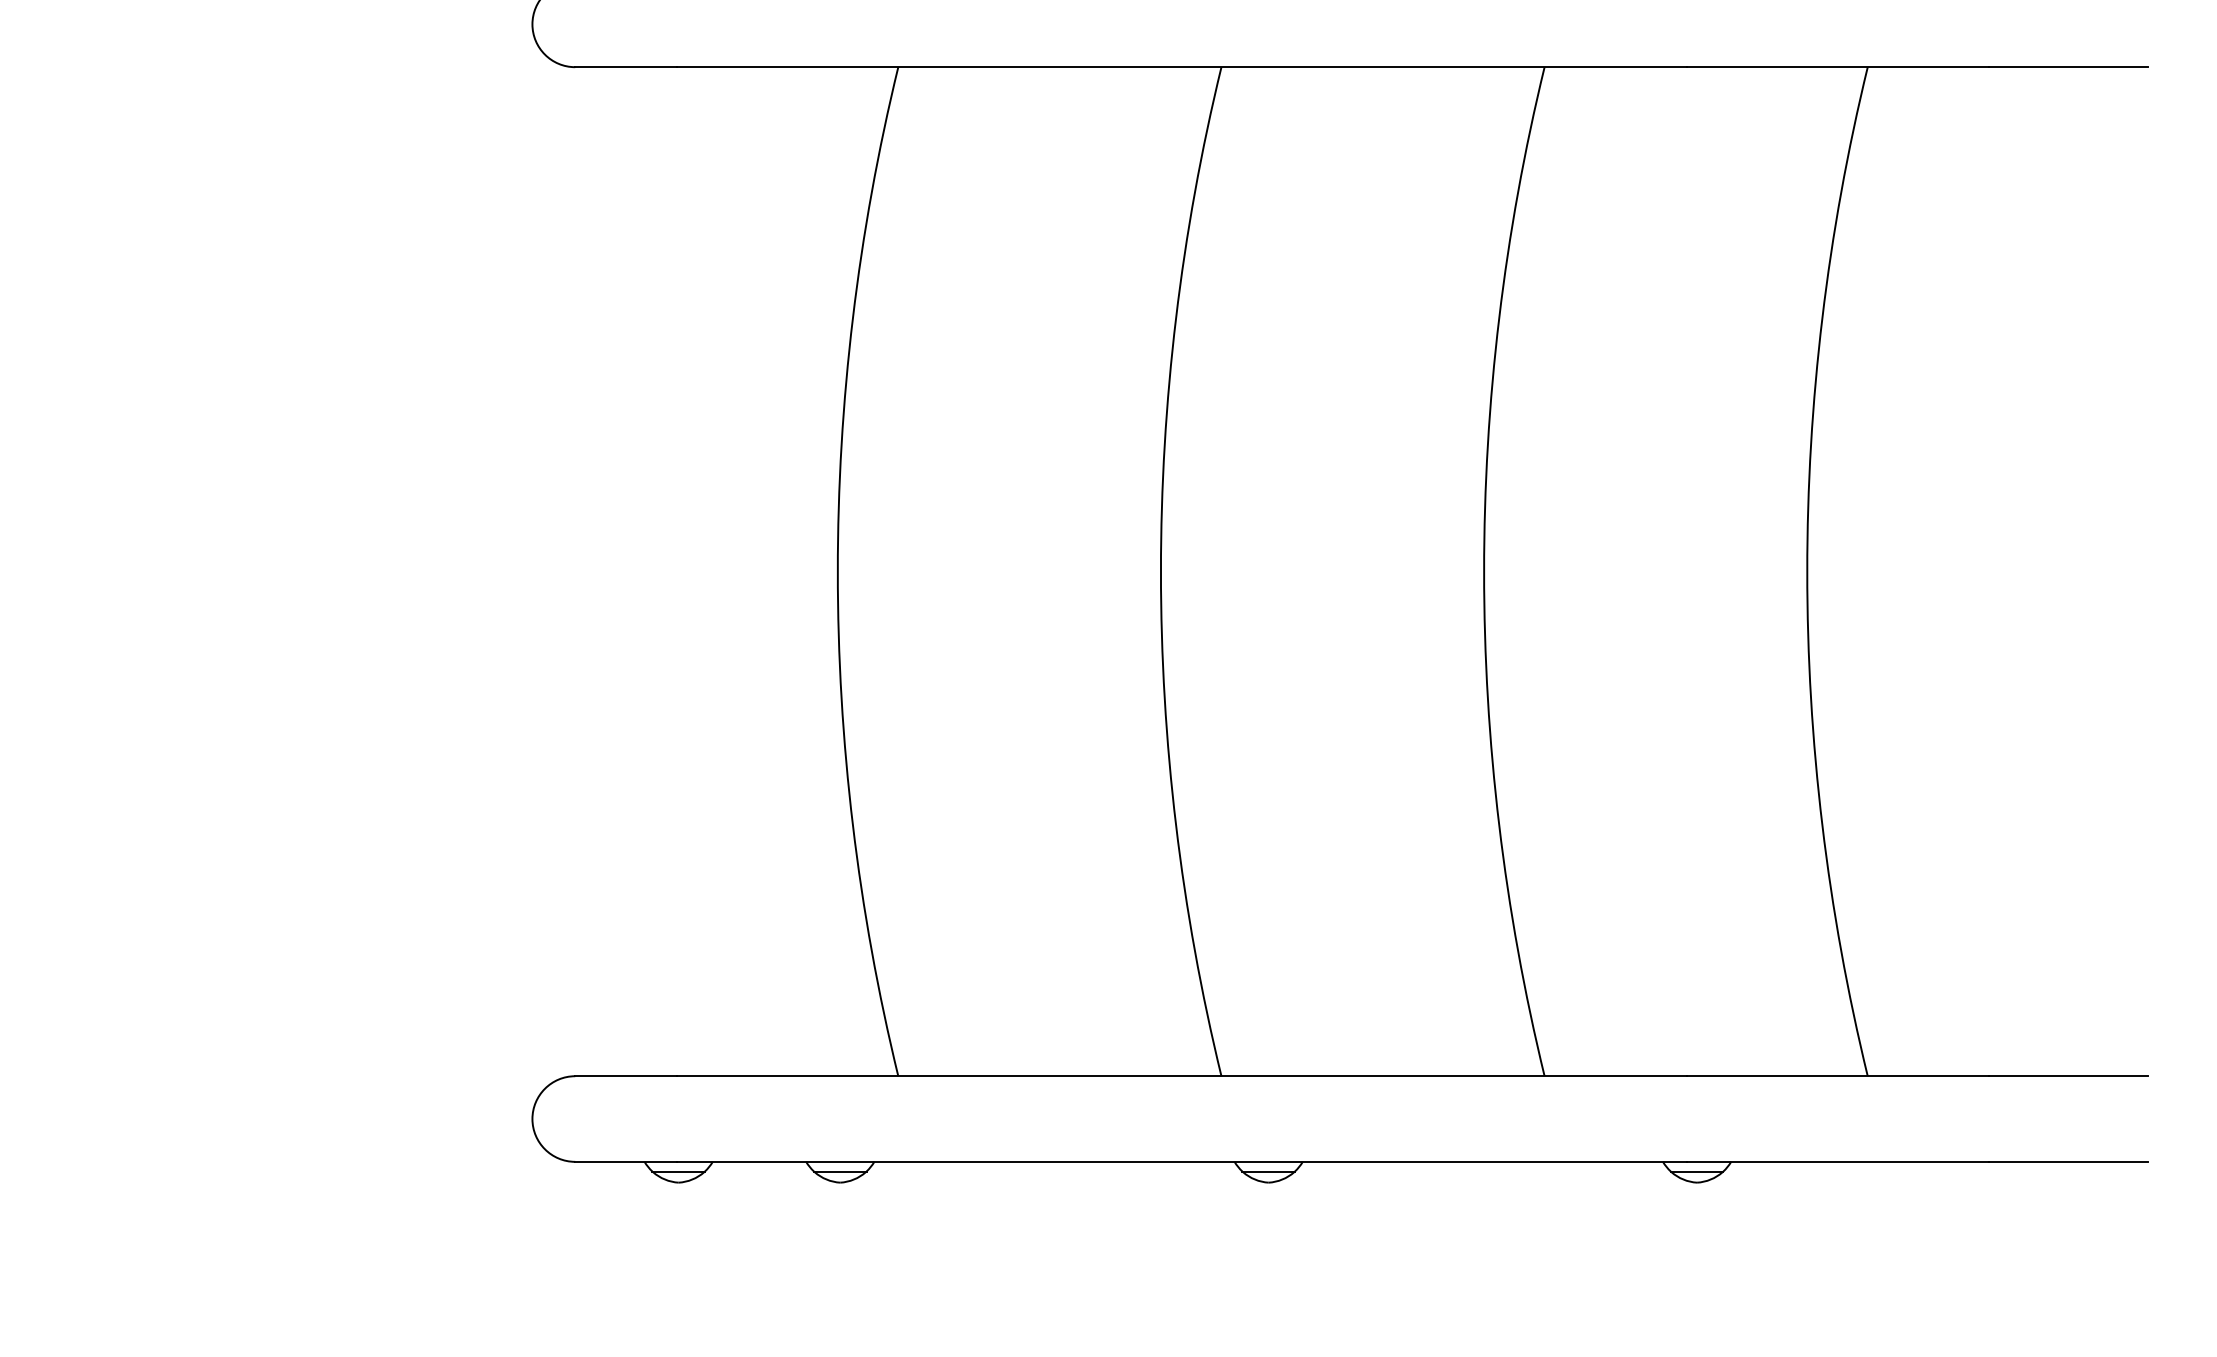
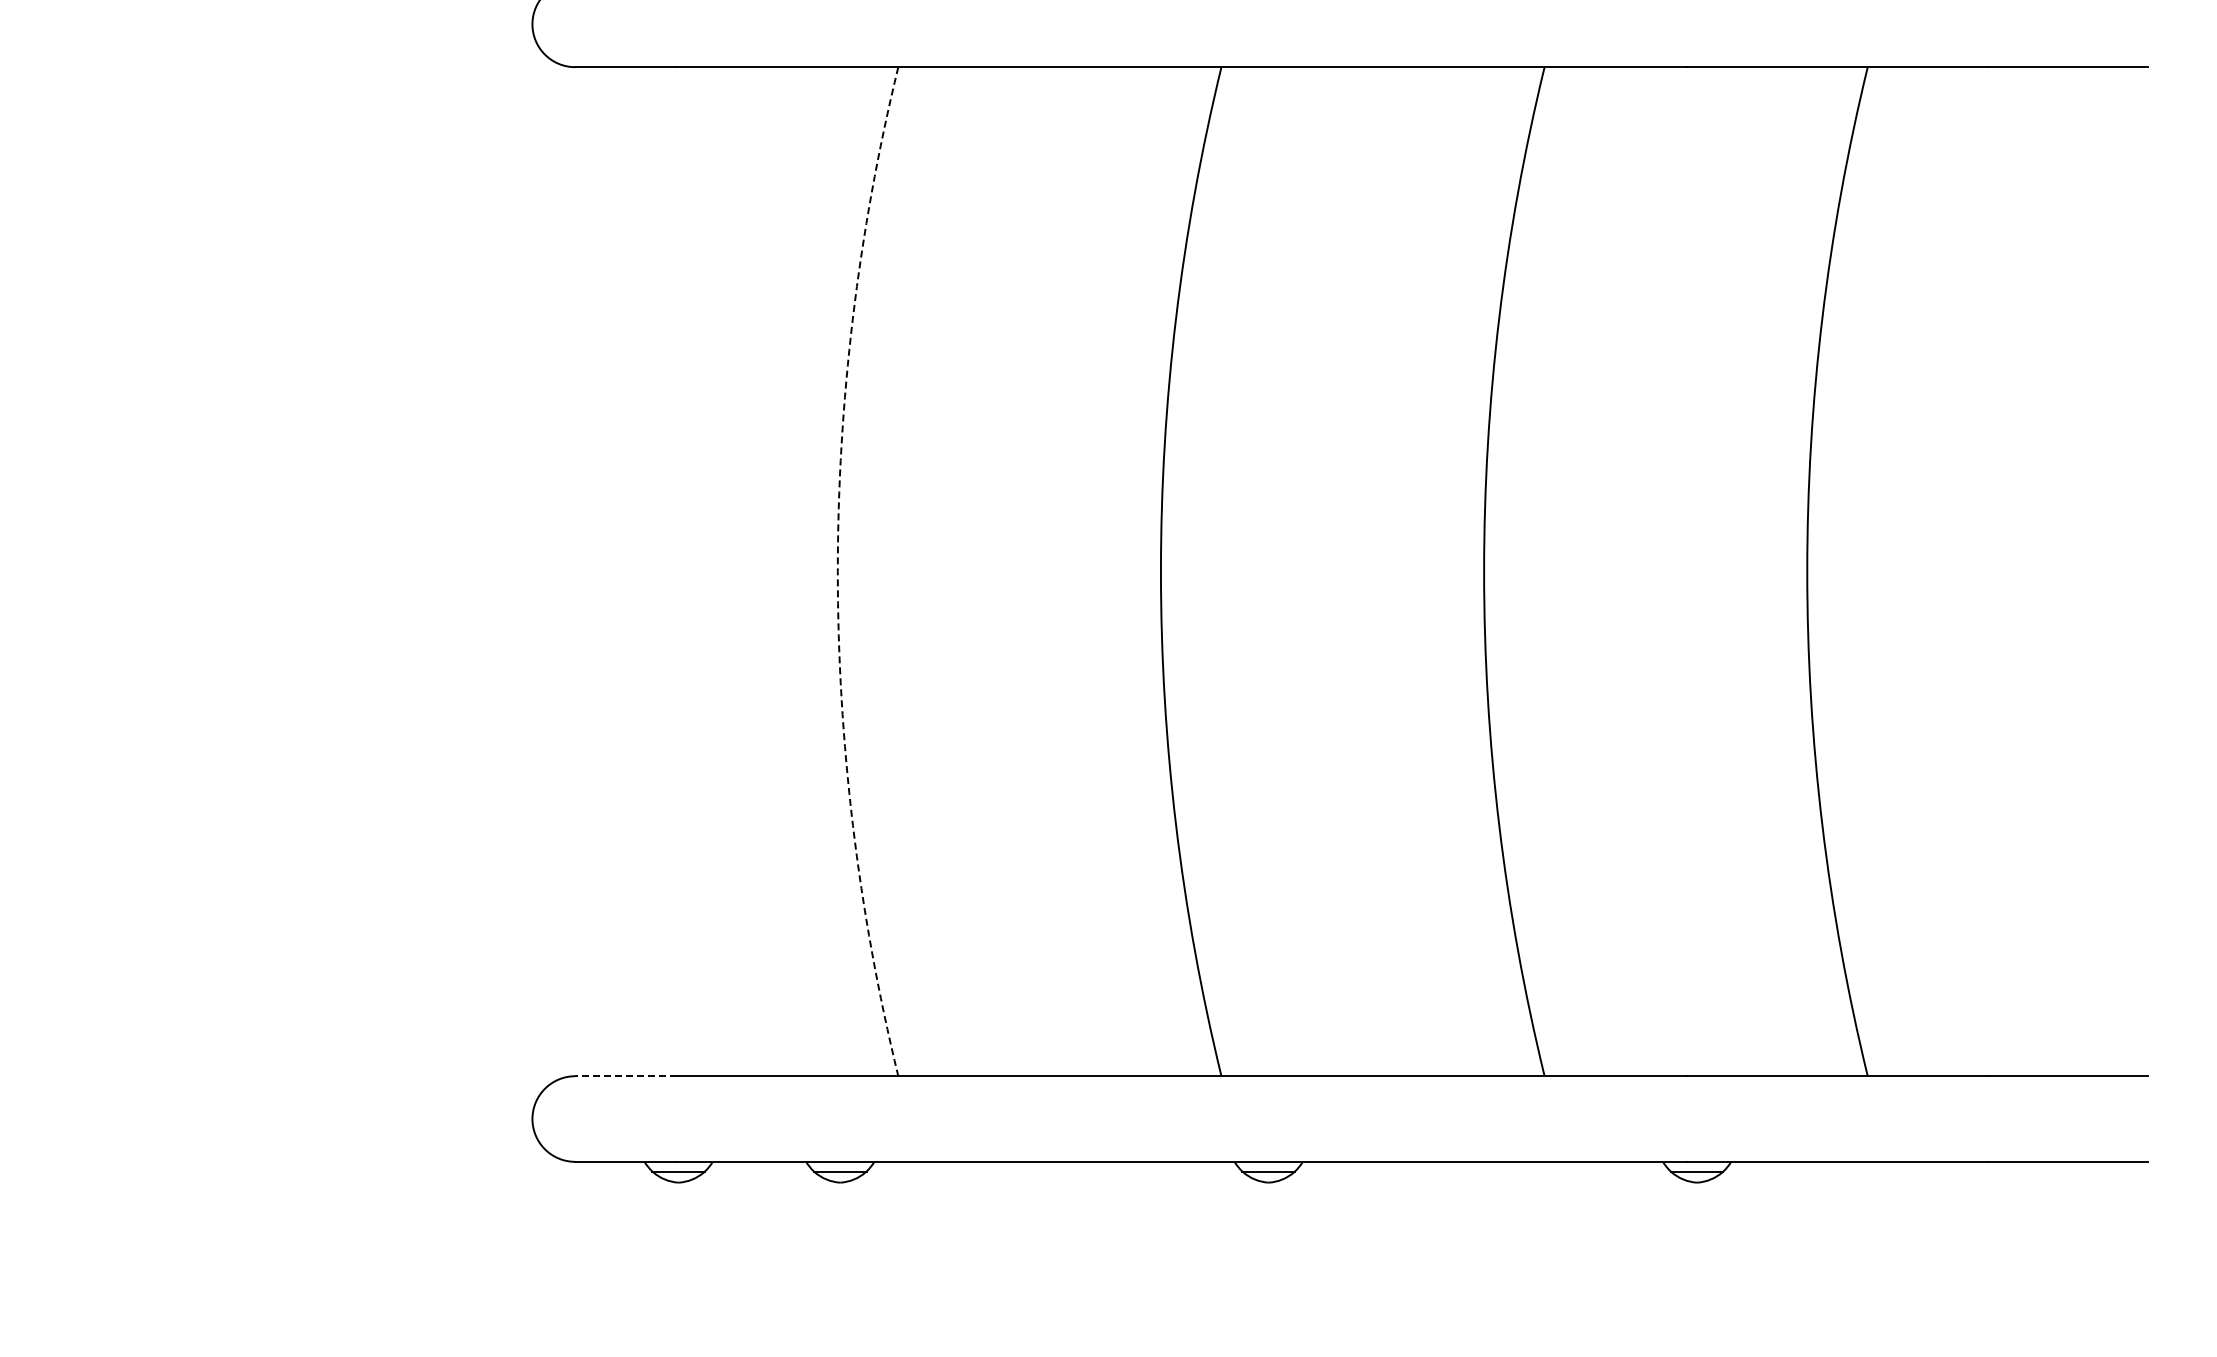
arc at (837, 571): solid -> dashed
line at (626, 1076): solid -> dashed
